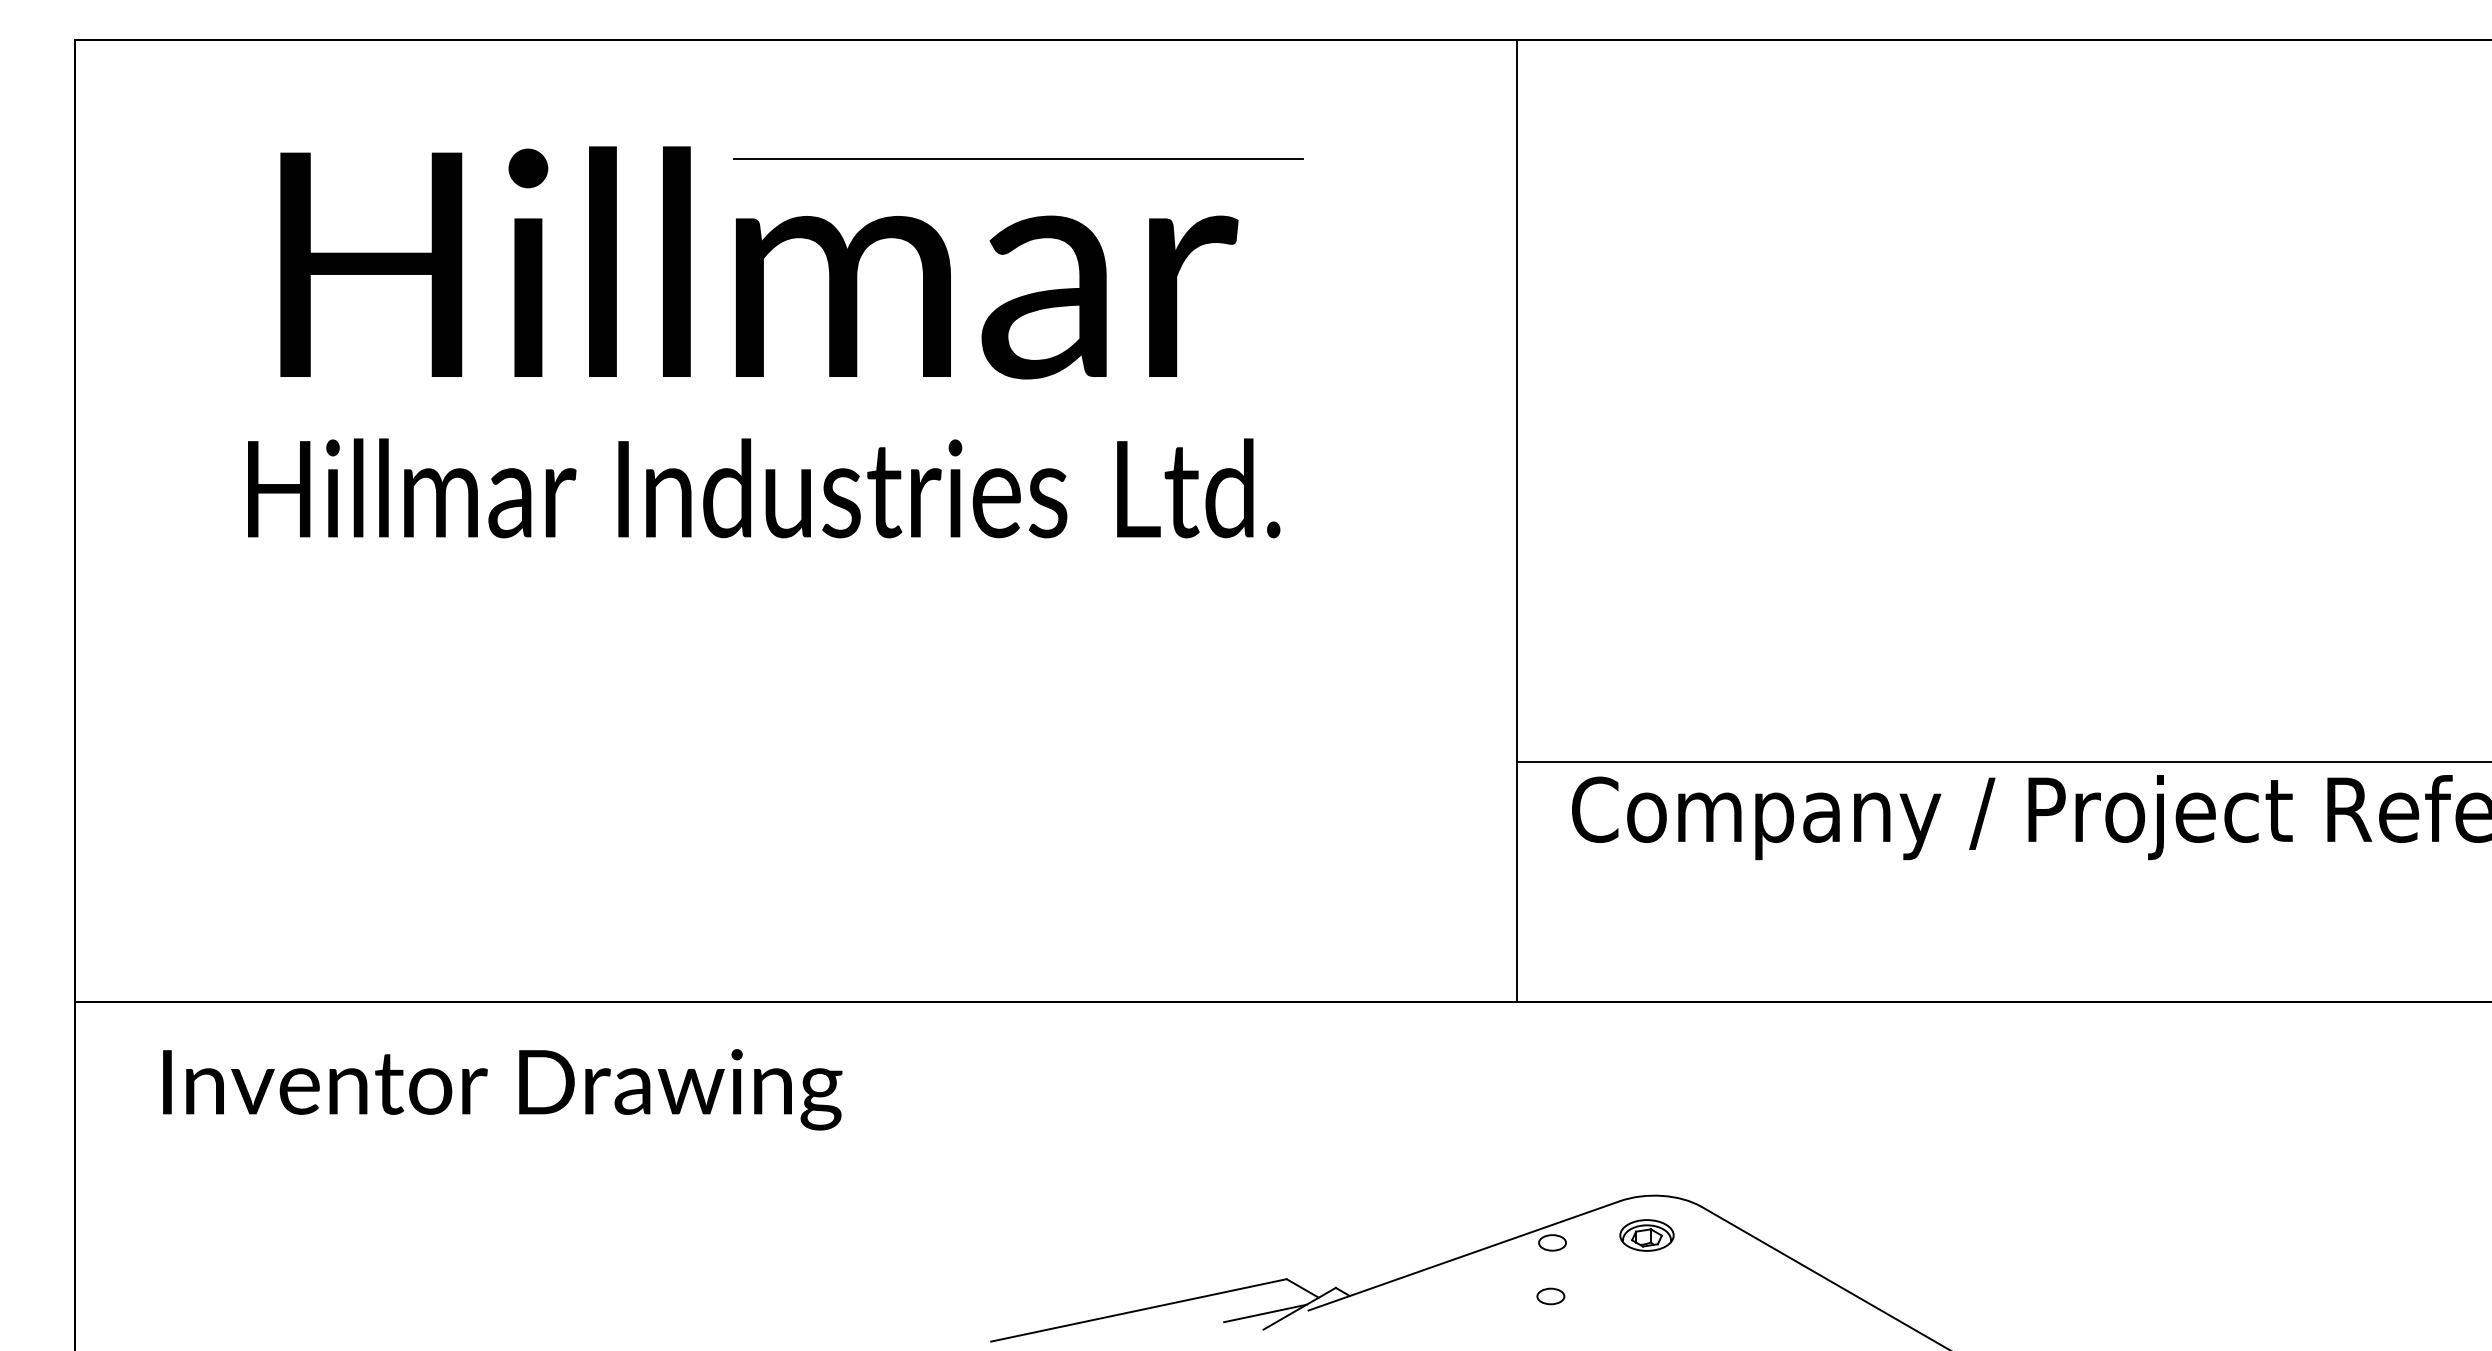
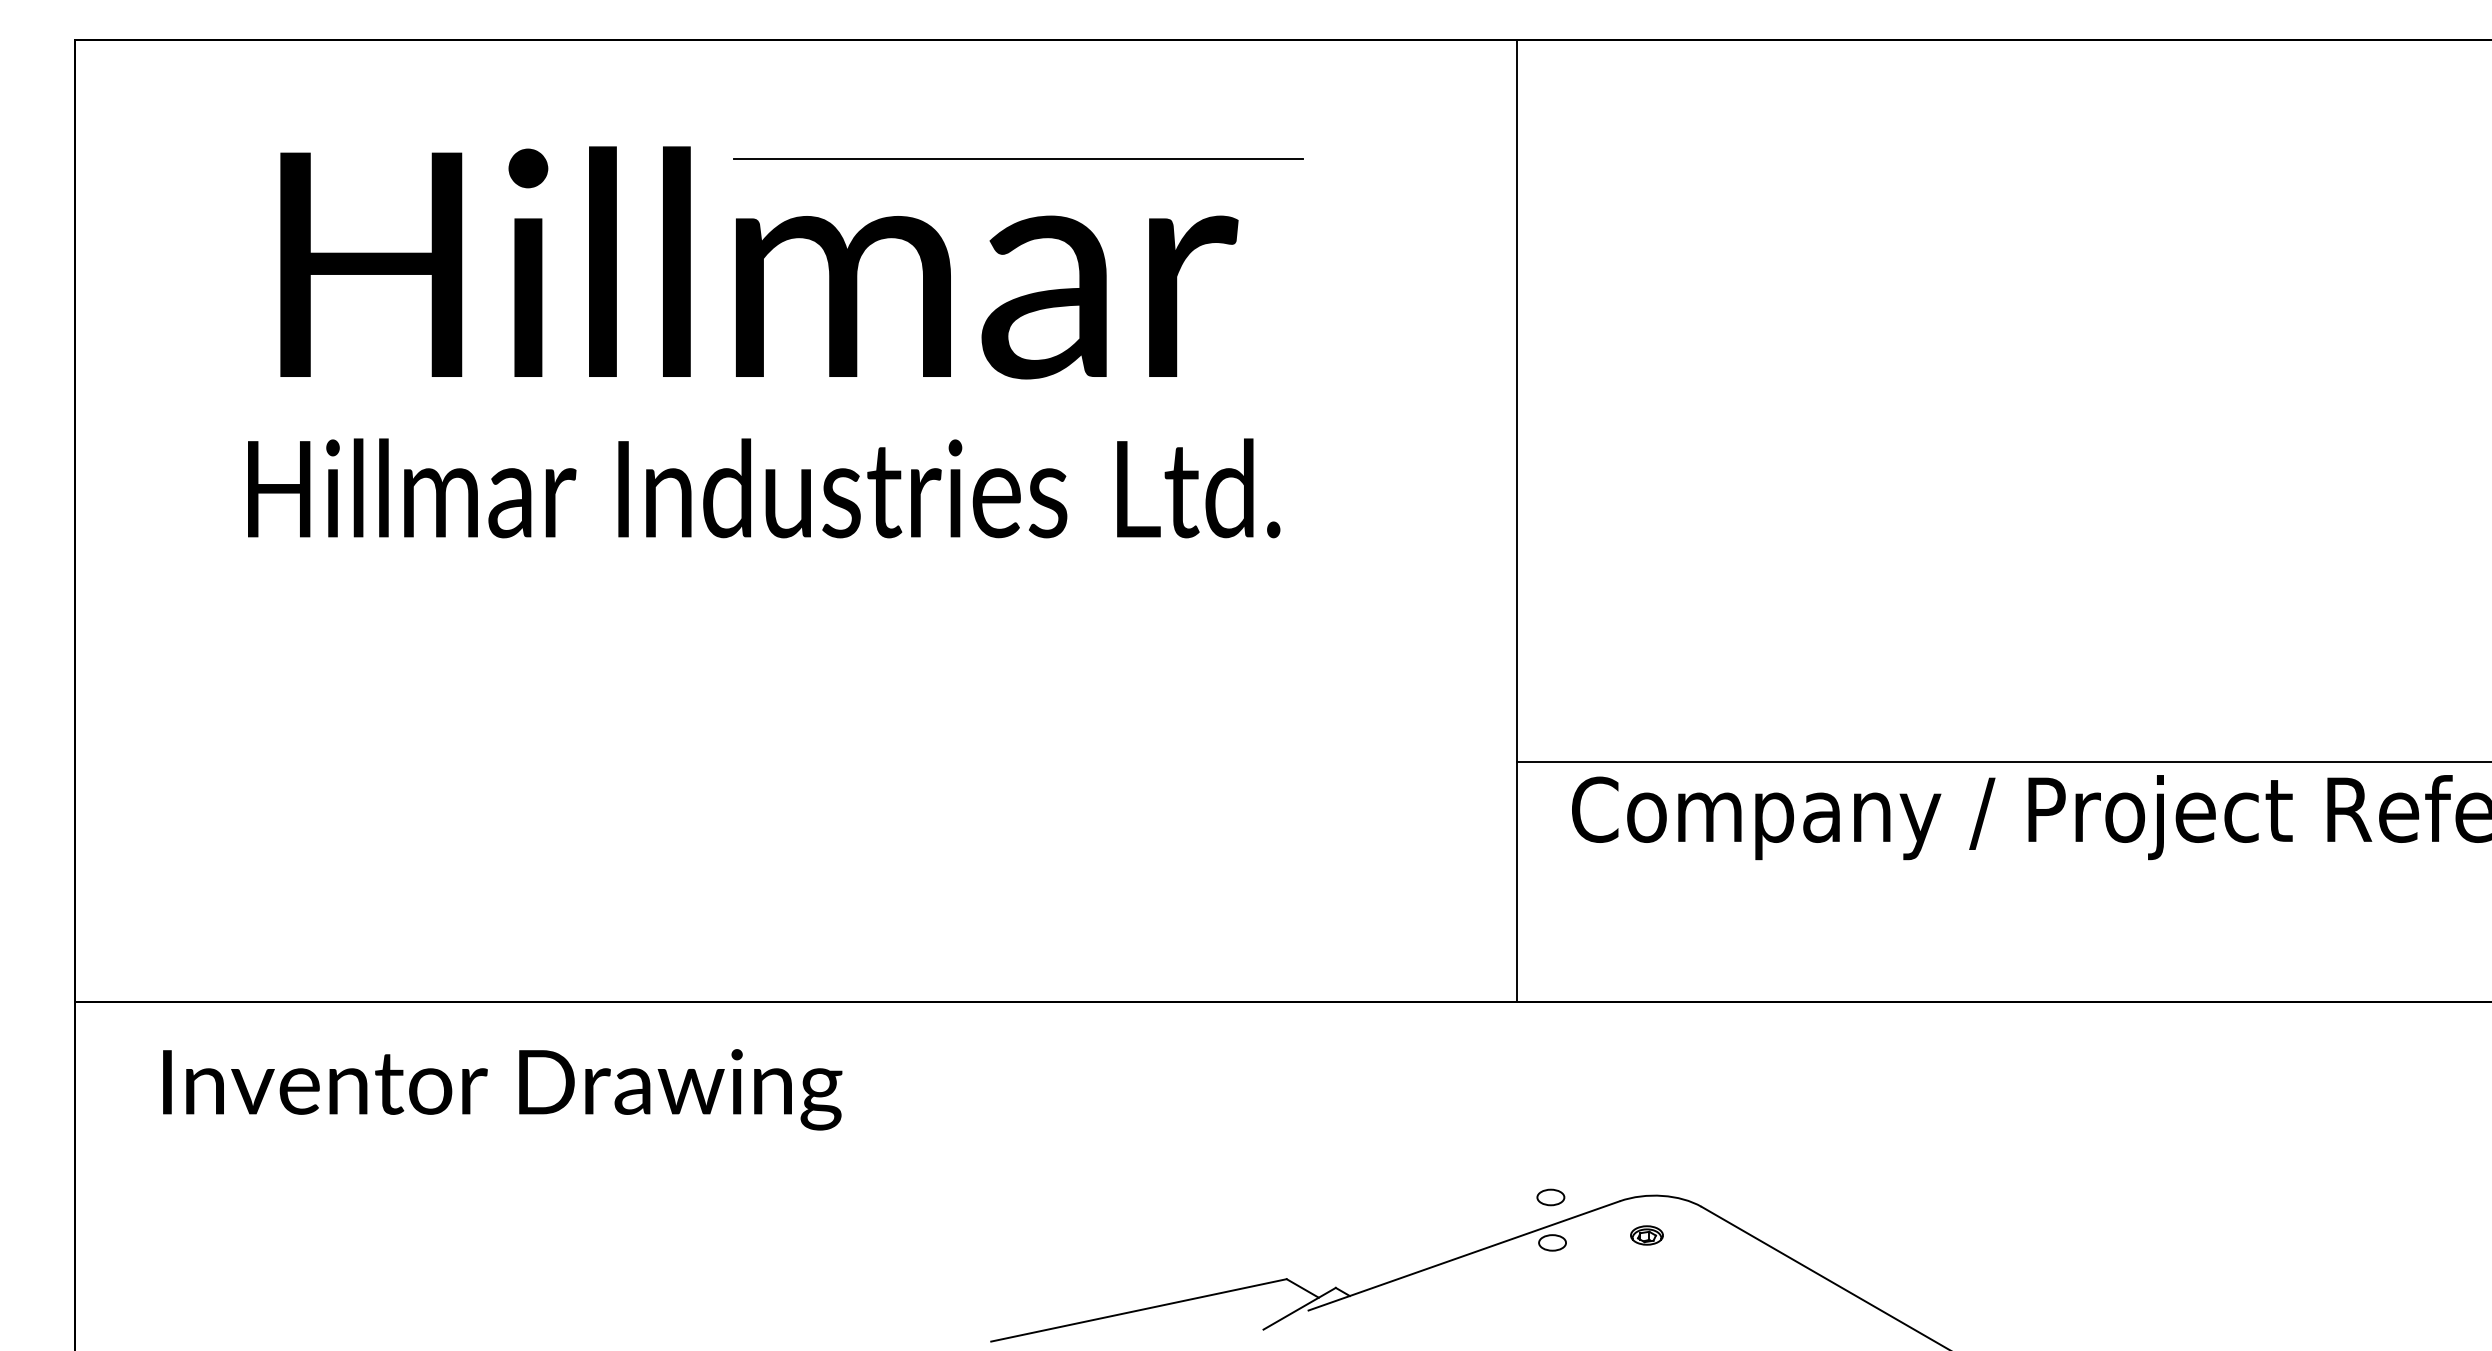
part at (1646, 1235) size: 56x33 px -> 34x21 px
part at (1550, 1296) position: (1550, 1296) -> (1550, 1197)
line at (1265, 1313): present -> none
